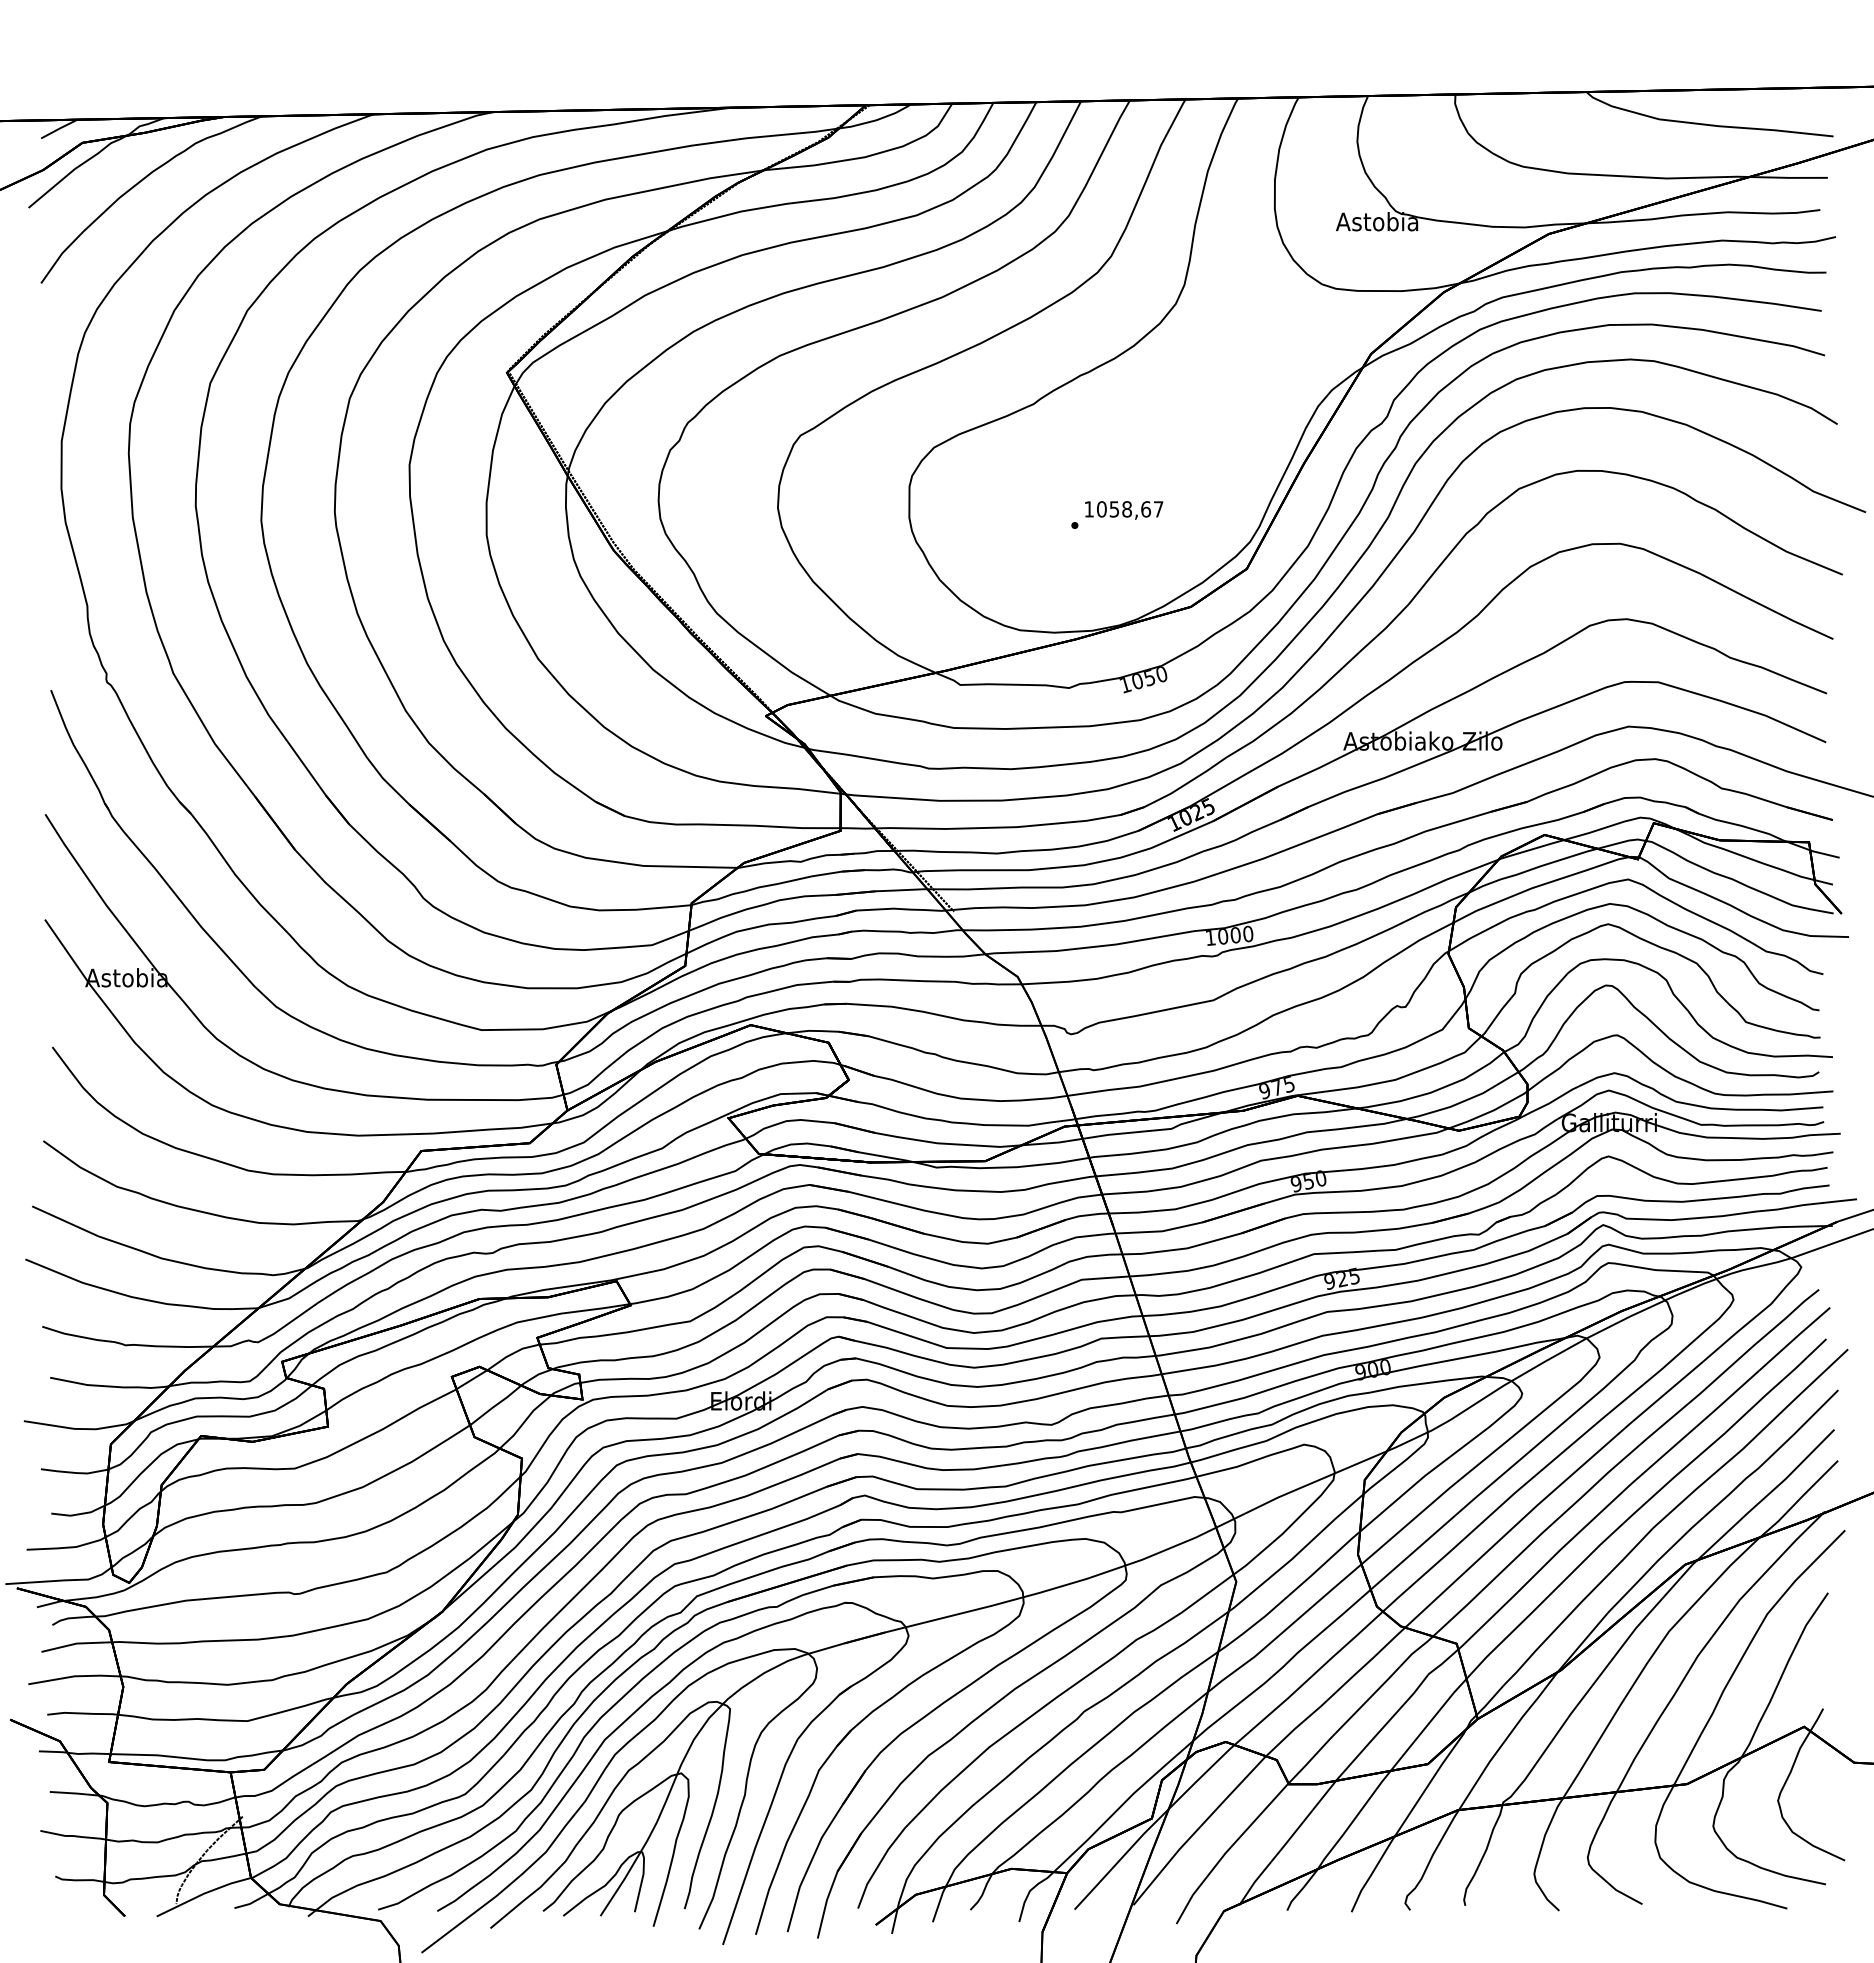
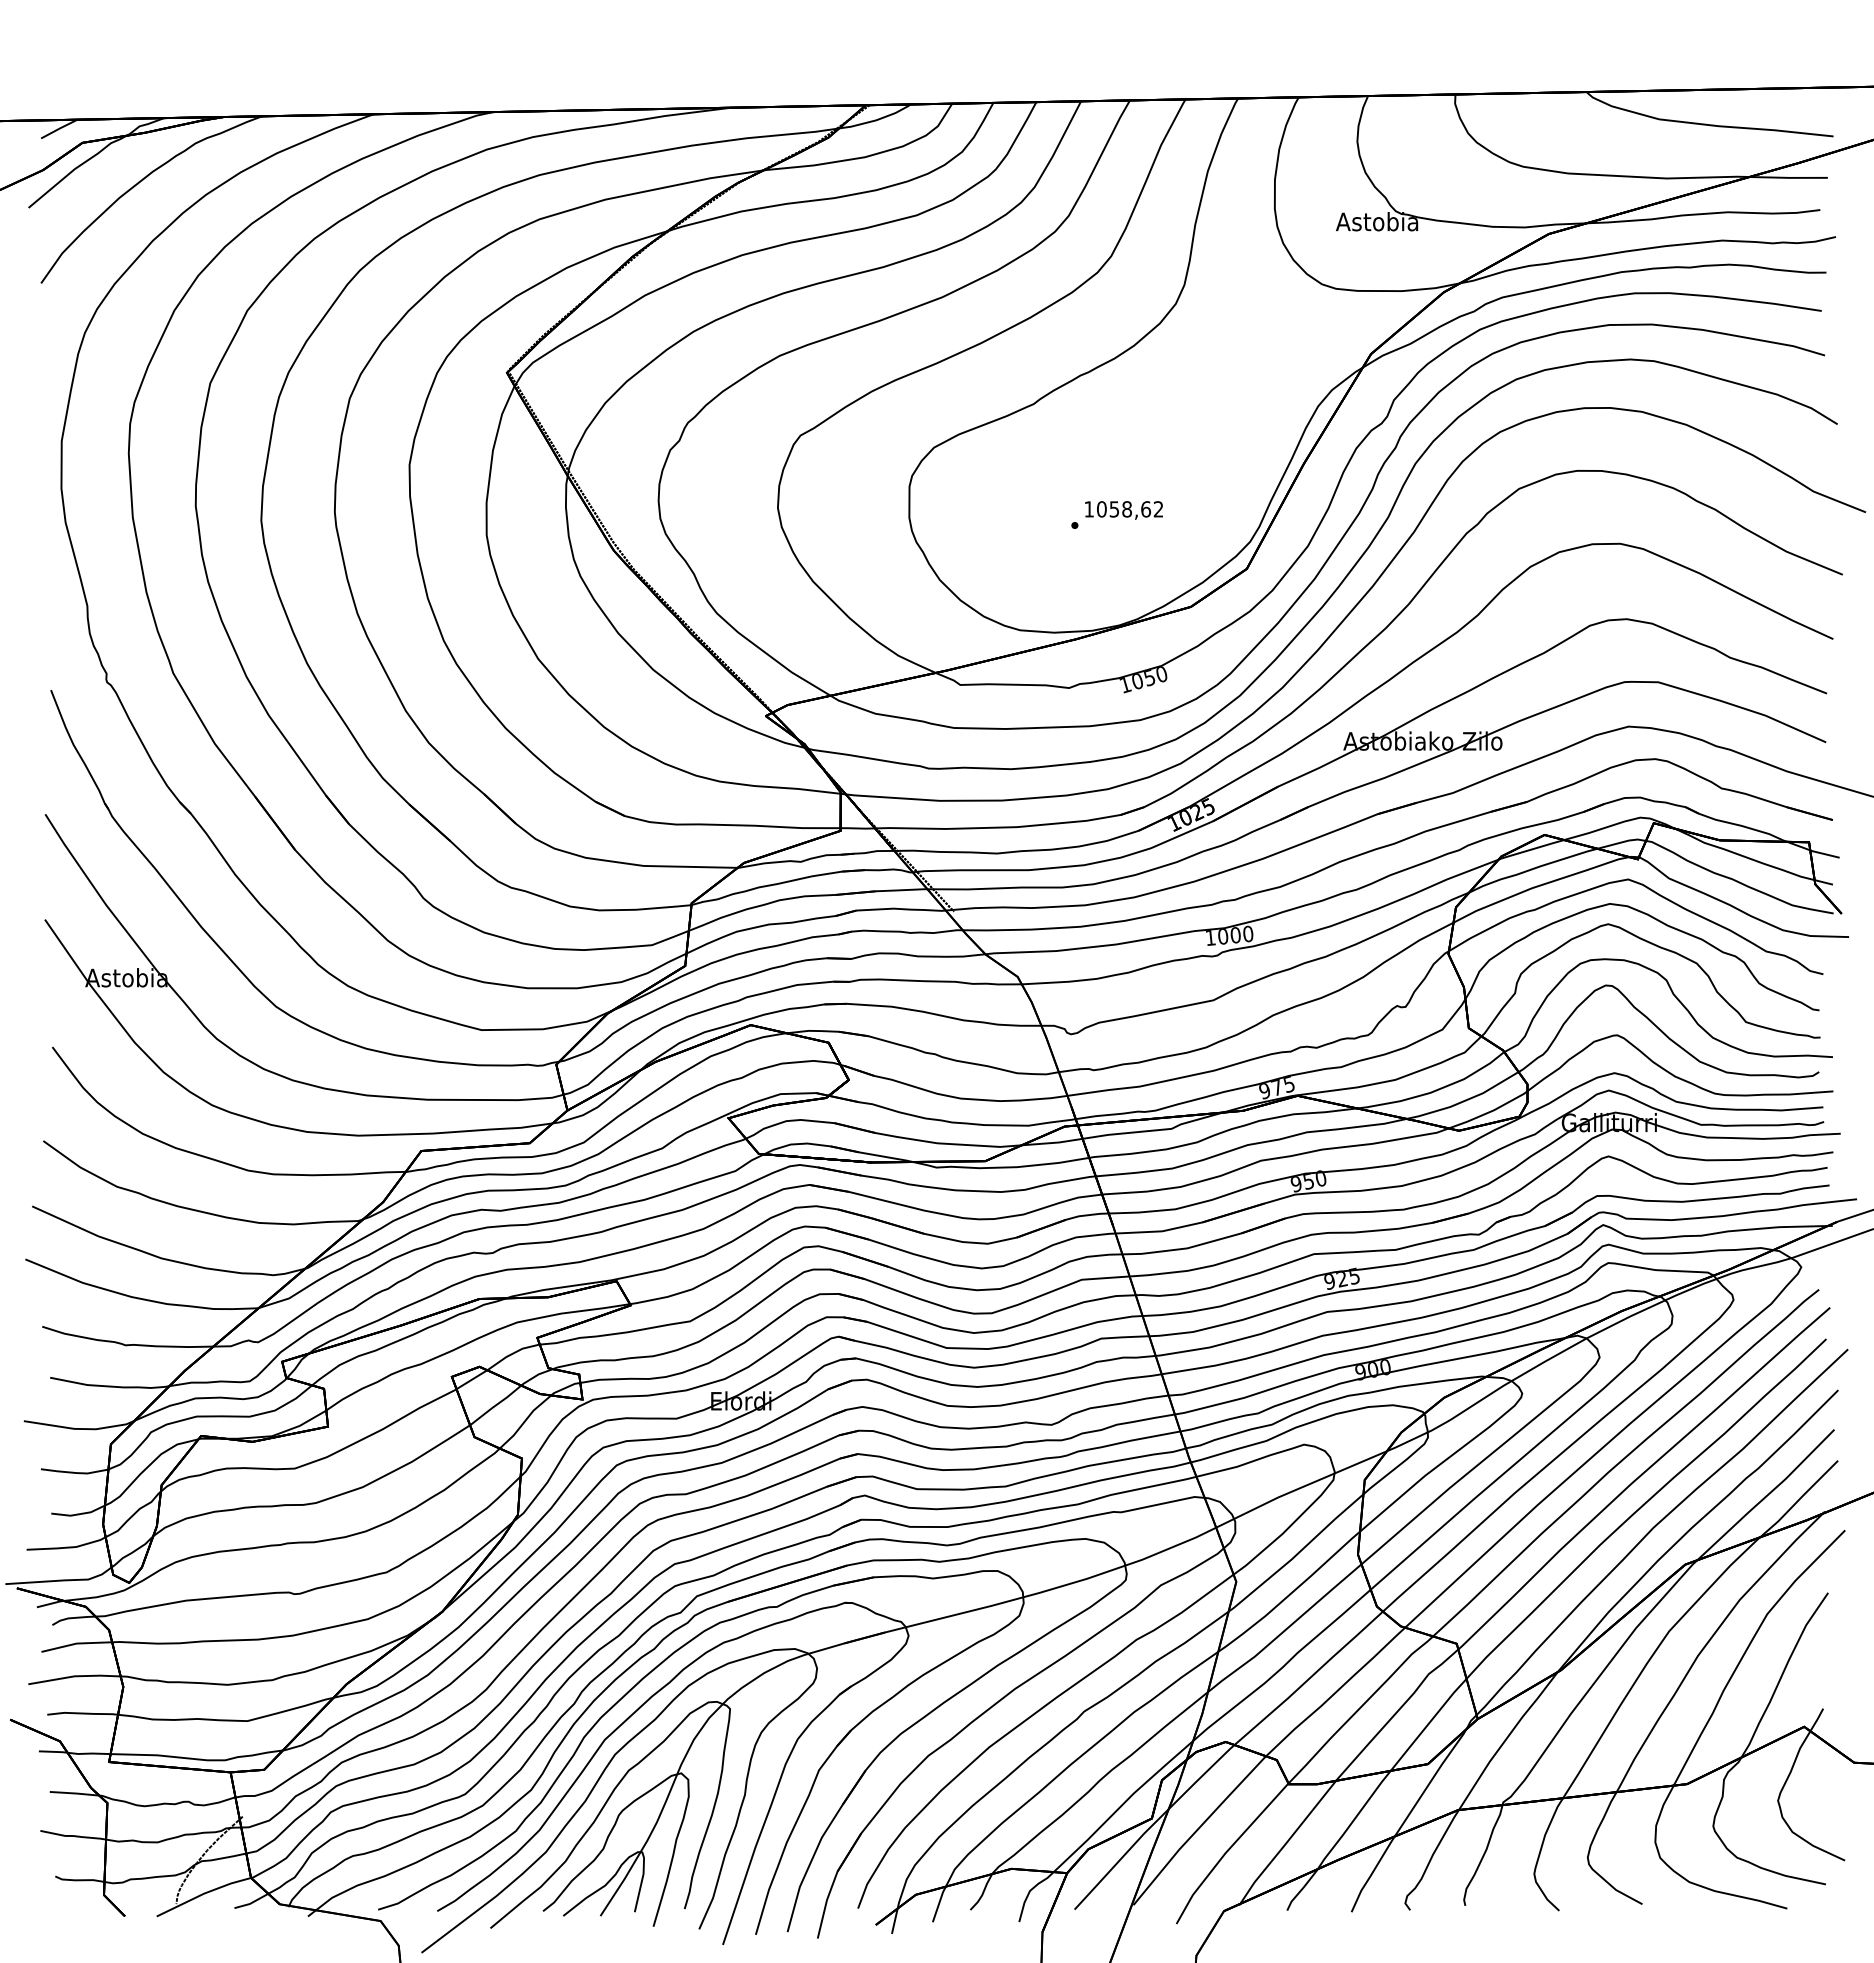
text at (1158, 509): 1058,67 -> 1058,62
